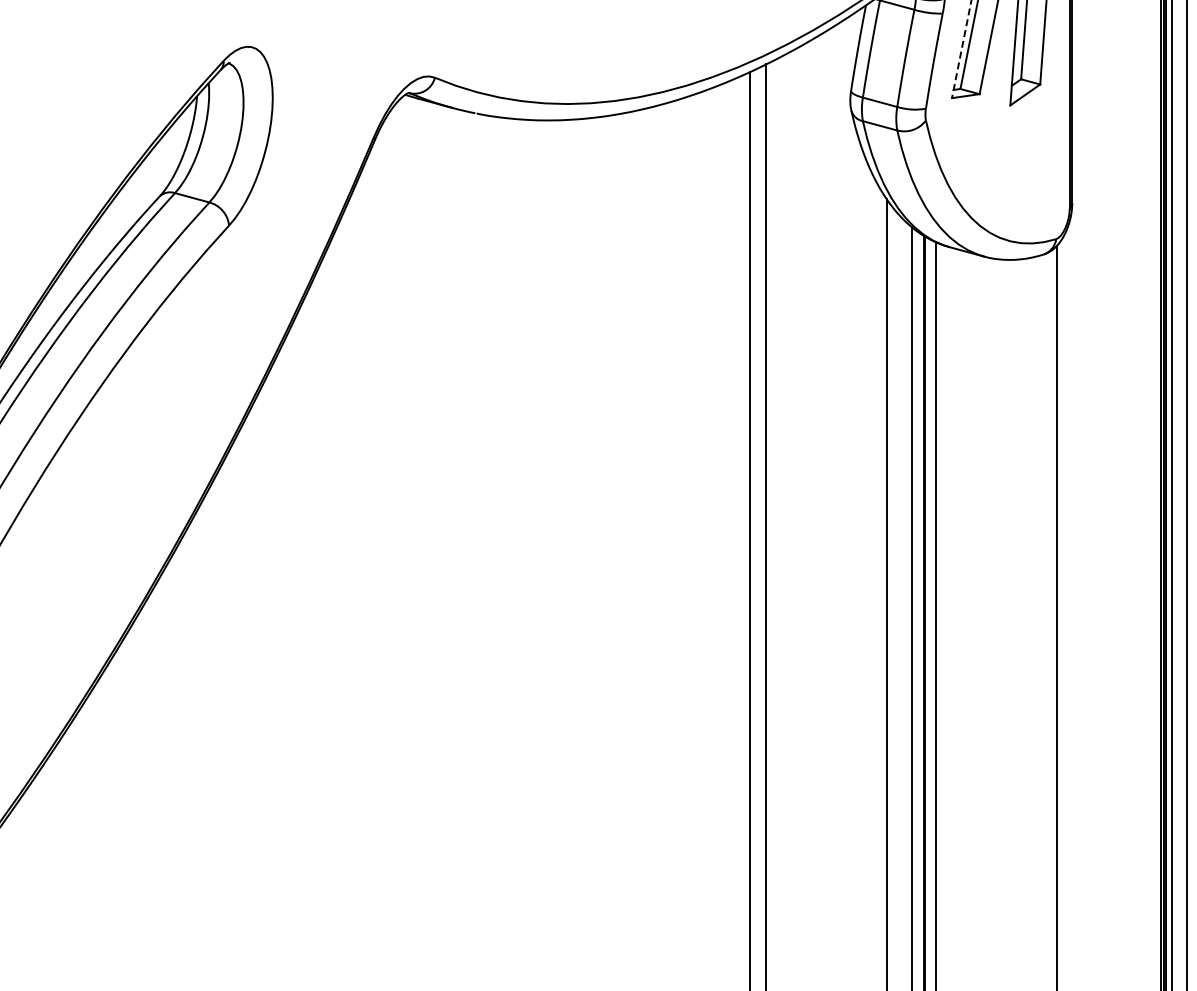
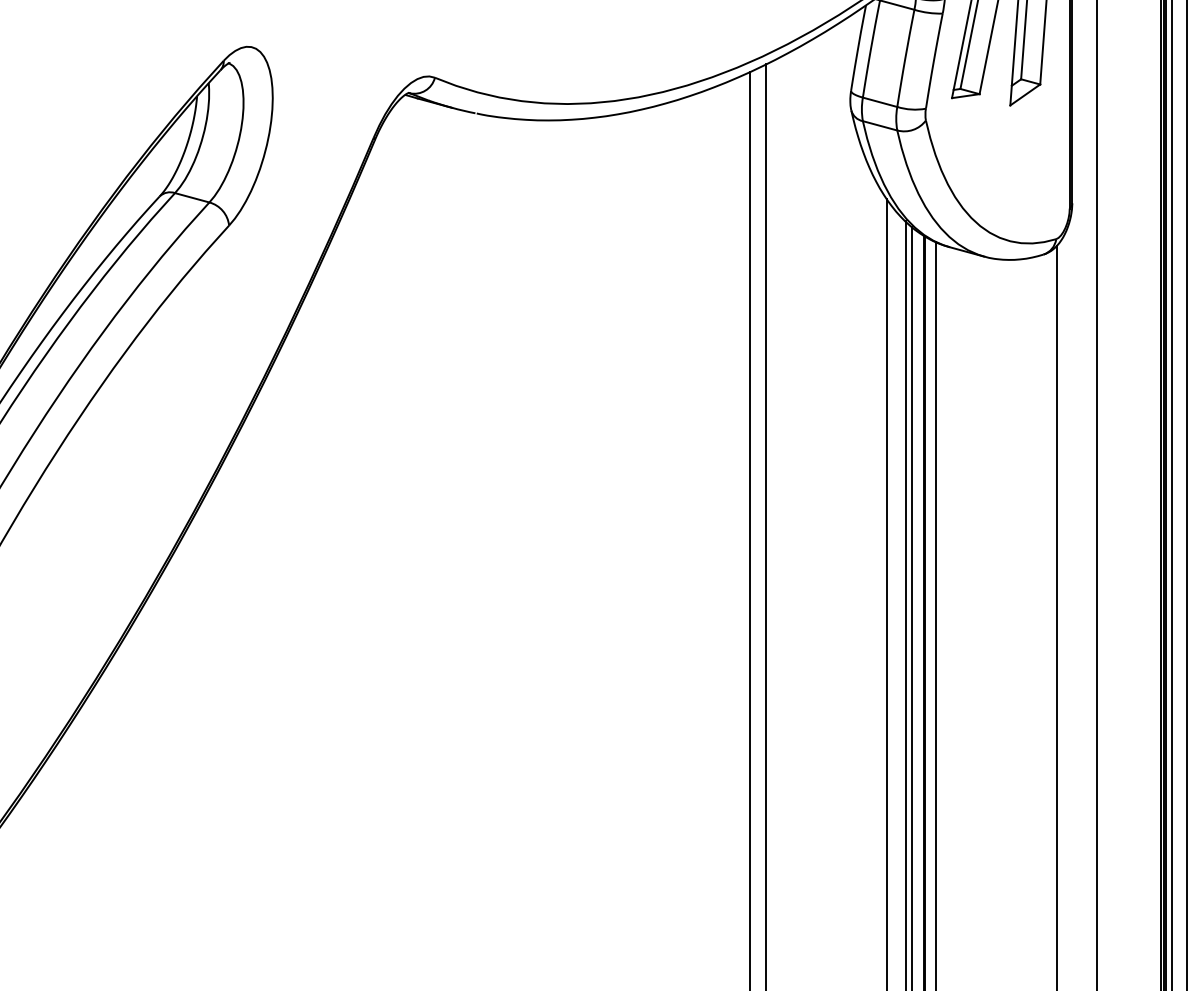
line at (961, 49): dashed -> solid
line at (1097, 494): none -> present
line at (905, 604): none -> present
